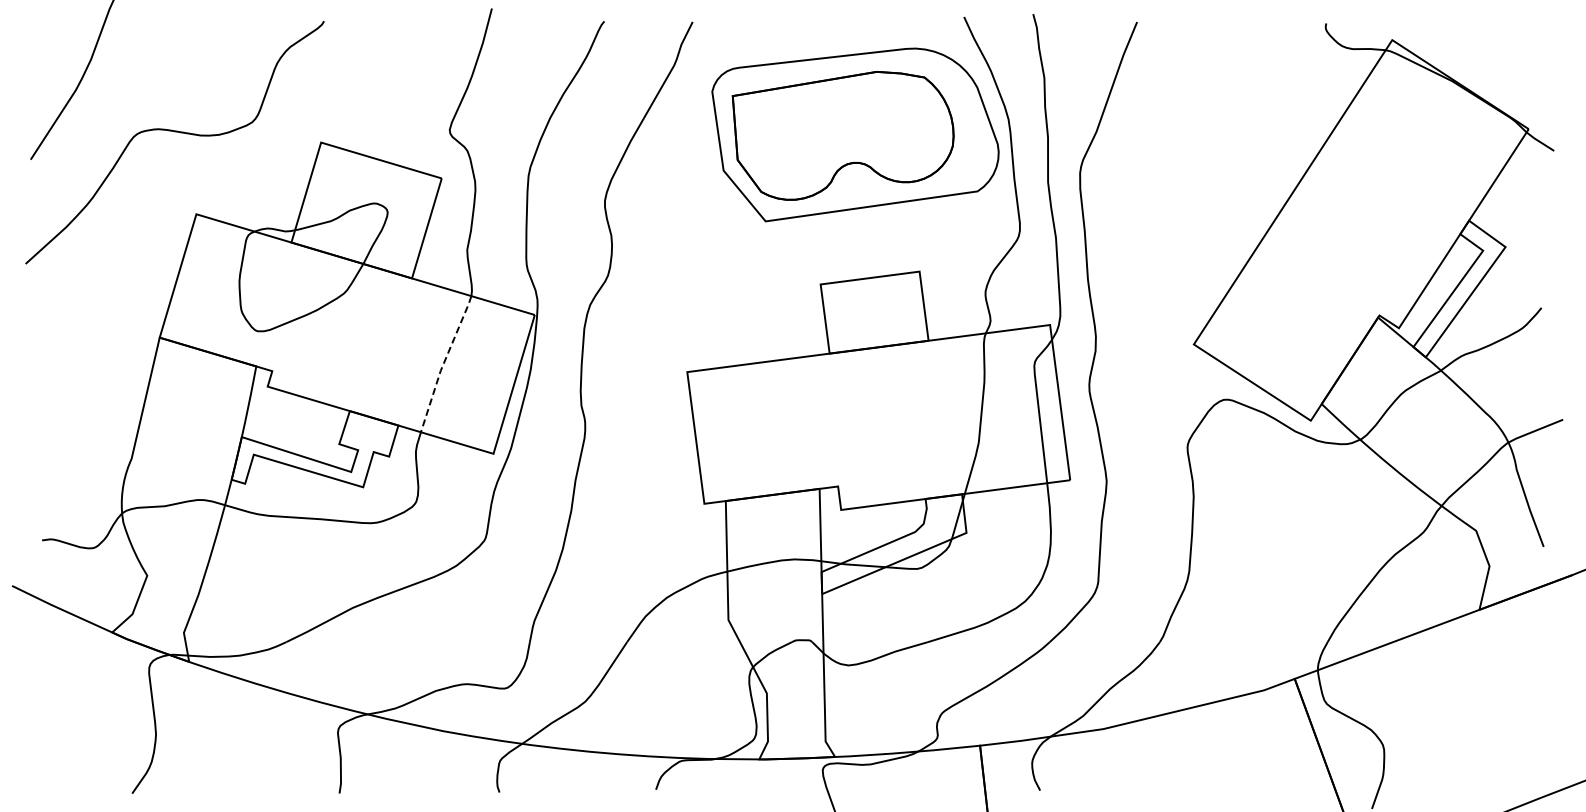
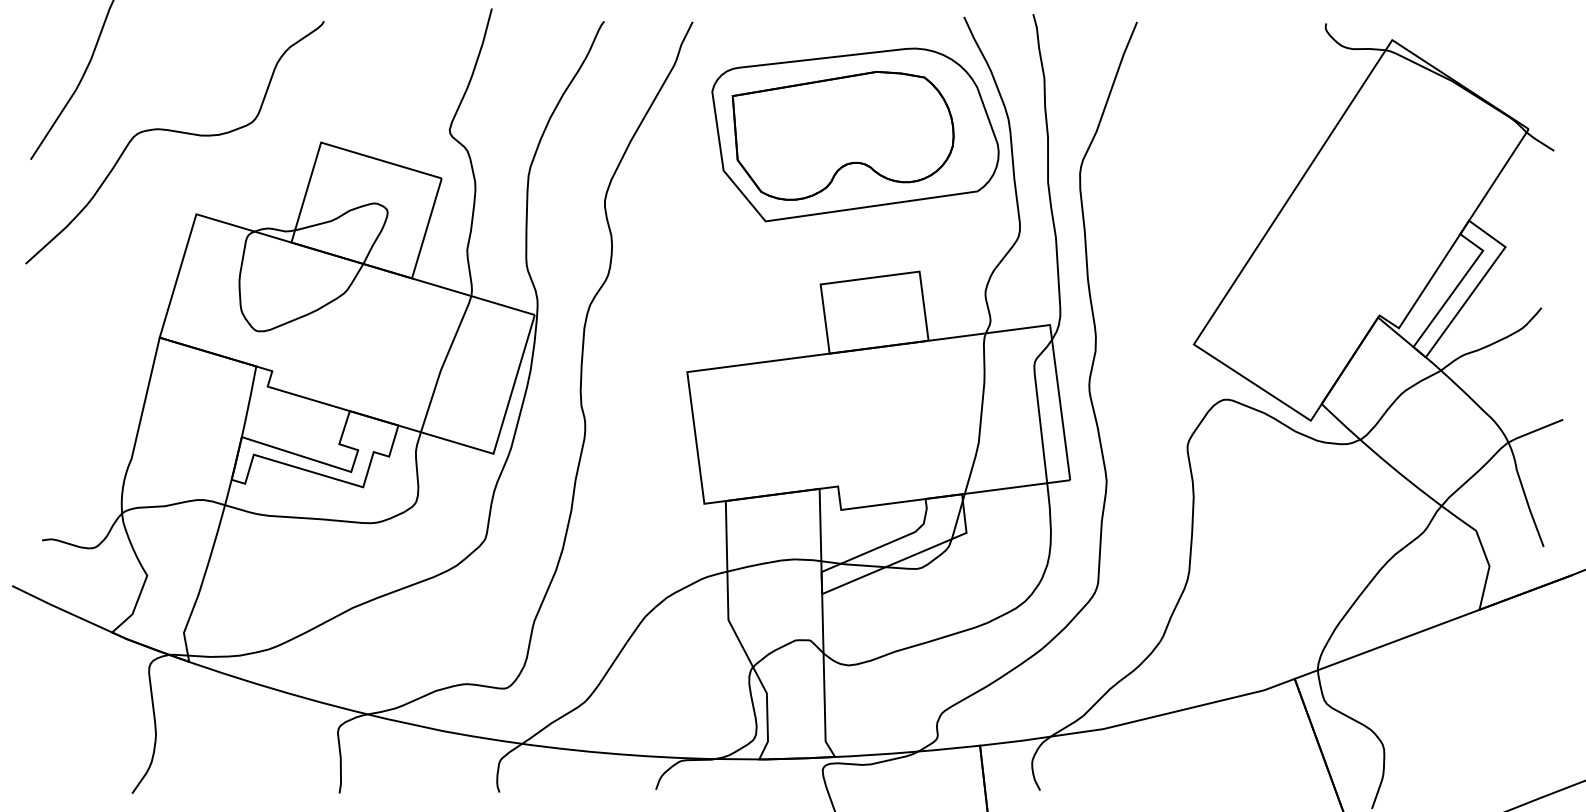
line at (443, 363): dashed -> solid
